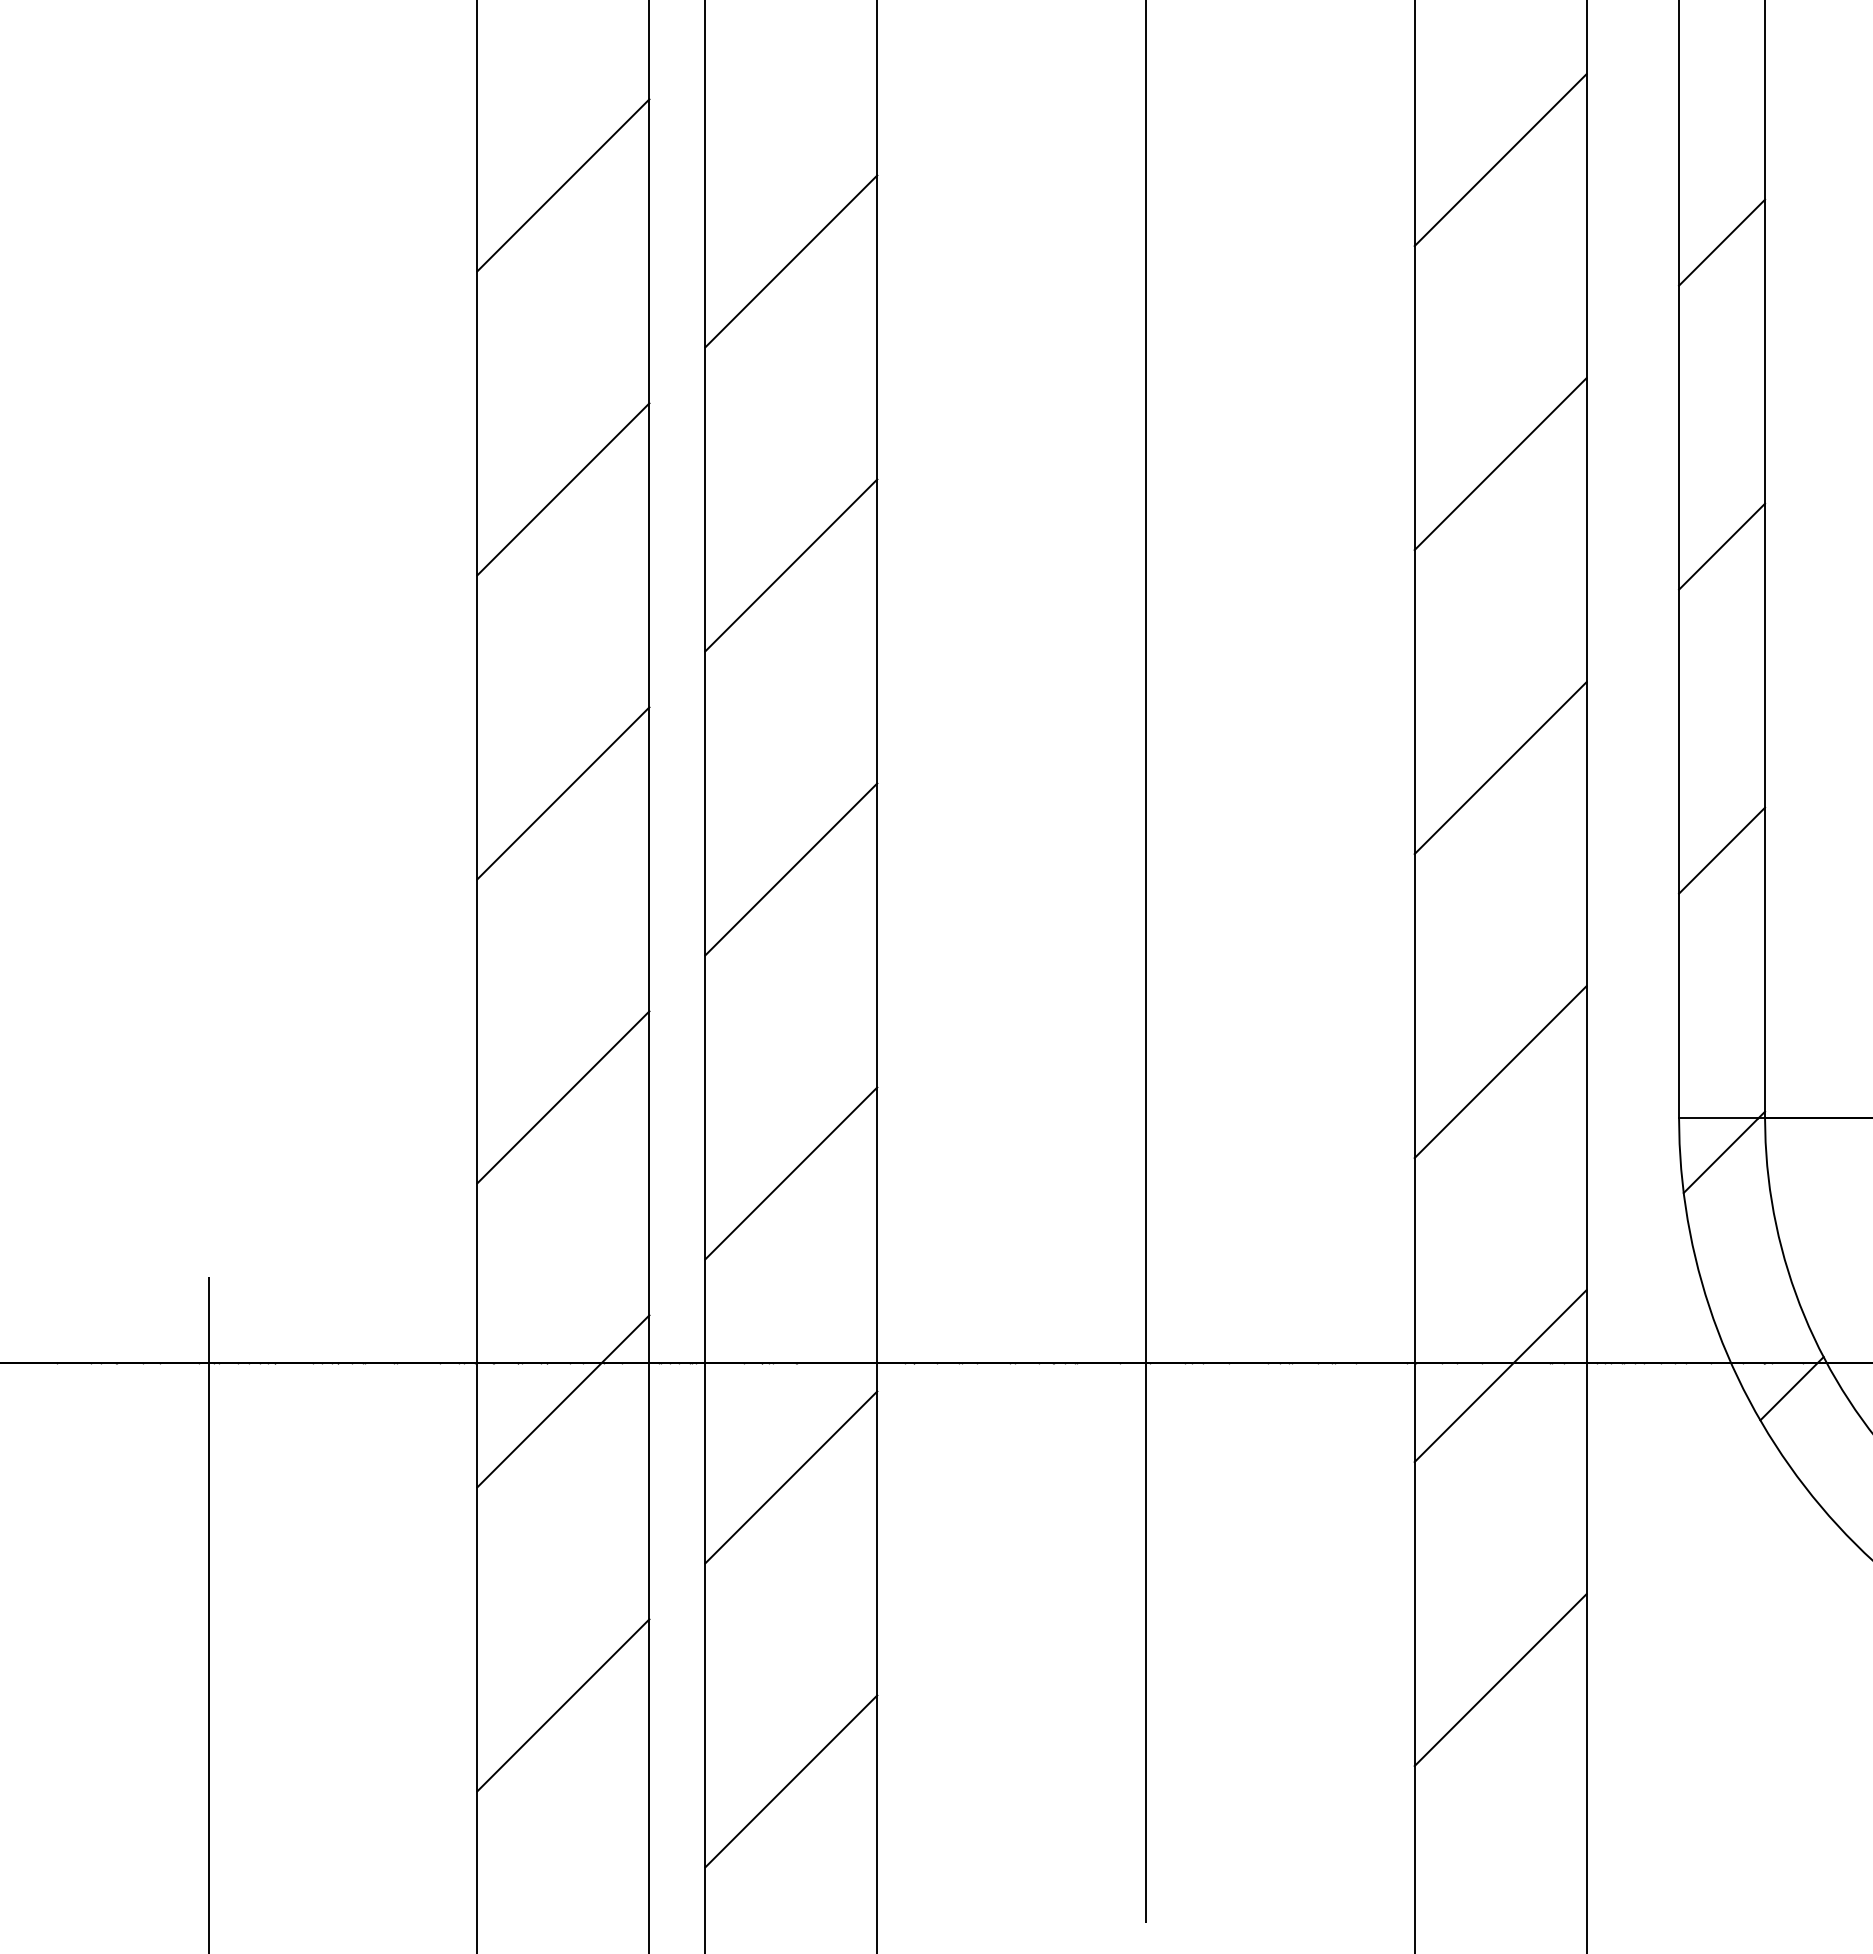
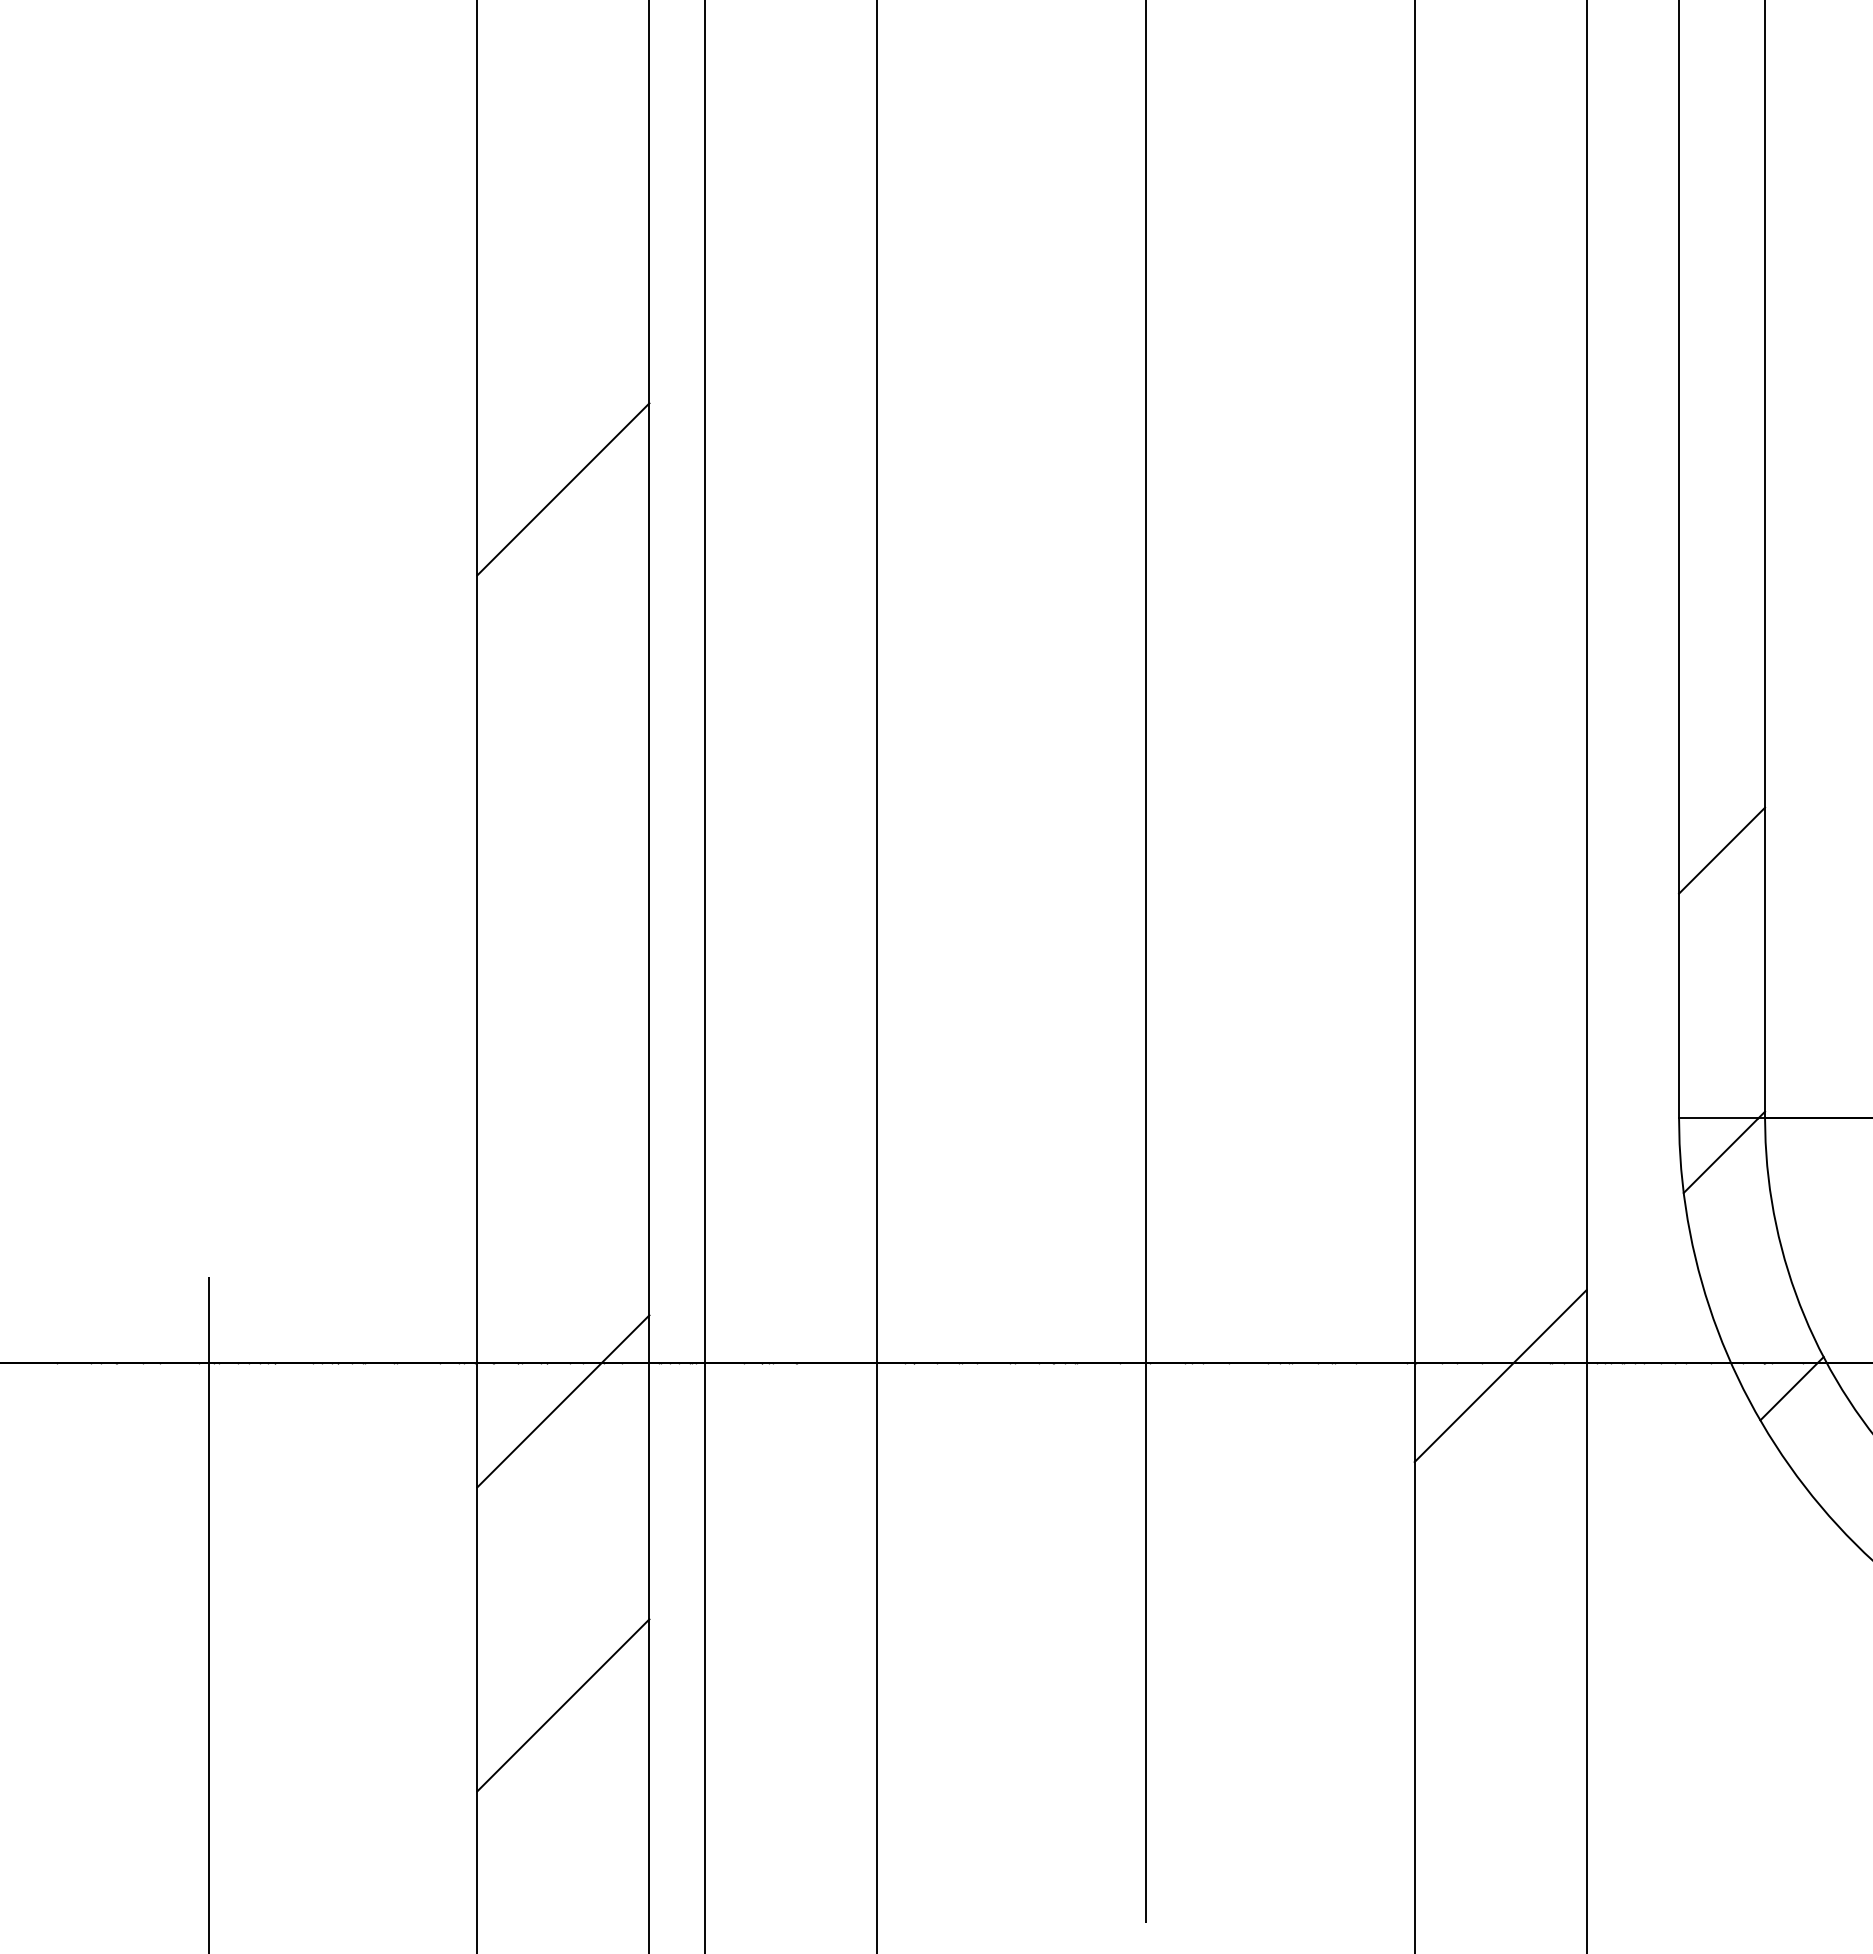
line at (1500, 160): present -> none
line at (563, 185): present -> none
line at (1722, 242): present -> none
line at (791, 261): present -> none
line at (1500, 464): present -> none
line at (1722, 546): present -> none
line at (791, 565): present -> none
line at (1500, 768): present -> none
line at (563, 793): present -> none
line at (791, 869): present -> none
line at (1500, 1072): present -> none
line at (563, 1097): present -> none
line at (791, 1173): present -> none
line at (791, 1477): present -> none
line at (1500, 1680): present -> none
line at (791, 1781): present -> none
